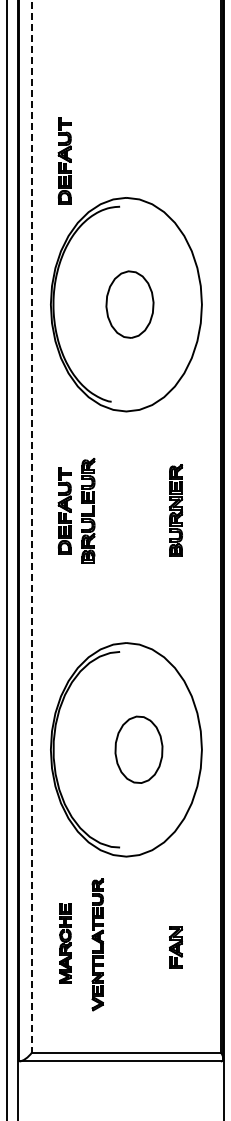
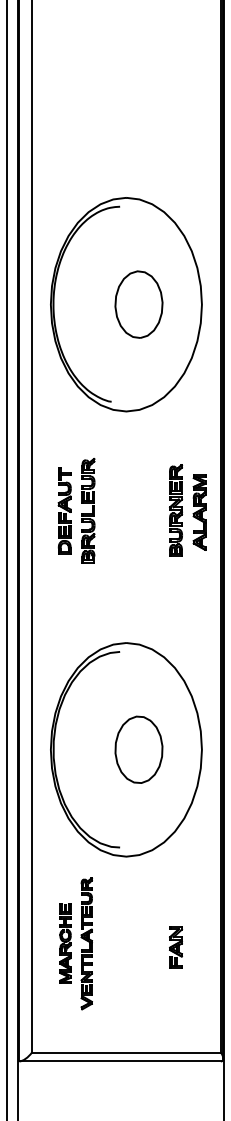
part at (64, 160): present -> none
part at (129, 304) position: (129, 304) -> (138, 304)
part at (199, 512): none -> present
line at (31, 526): dashed -> solid
part at (97, 944) position: (97, 944) -> (86, 943)
